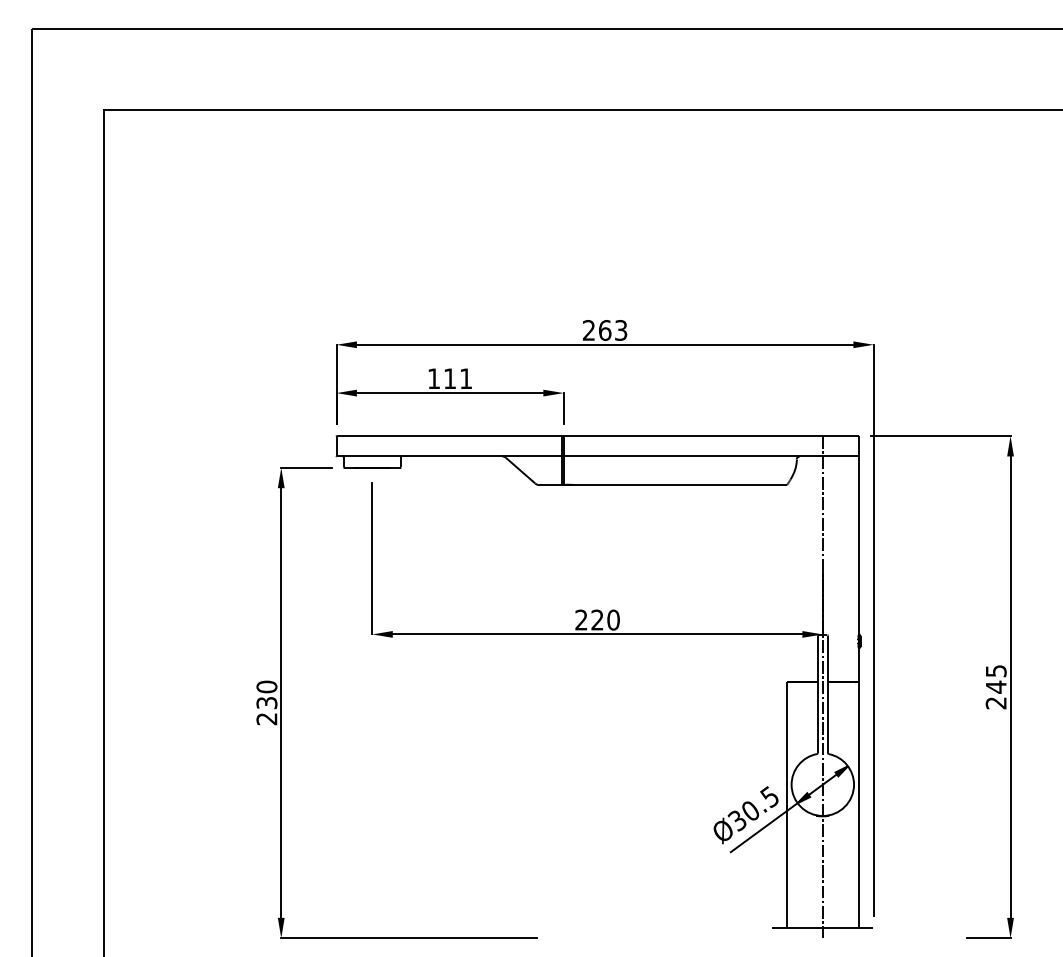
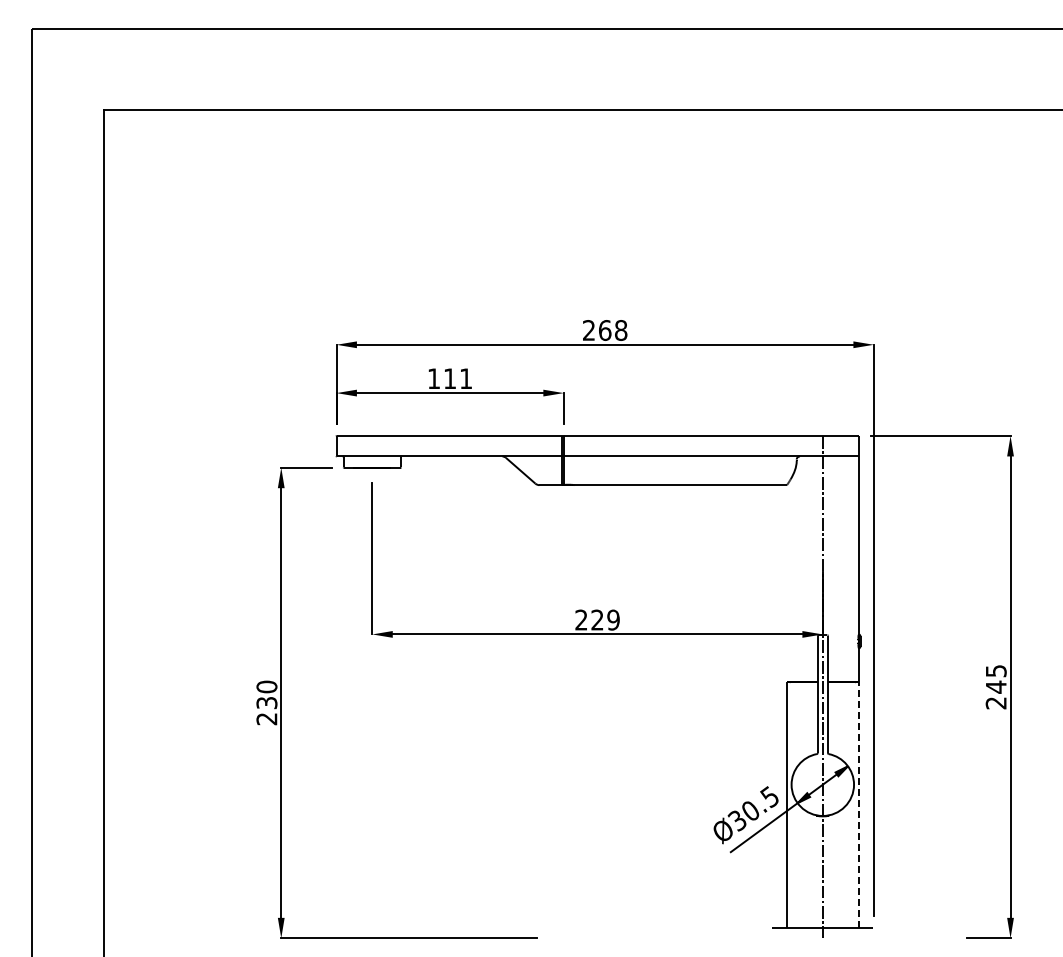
text at (621, 330): 263 -> 268
text at (613, 619): 220 -> 229
line at (858, 805): solid -> dashed
